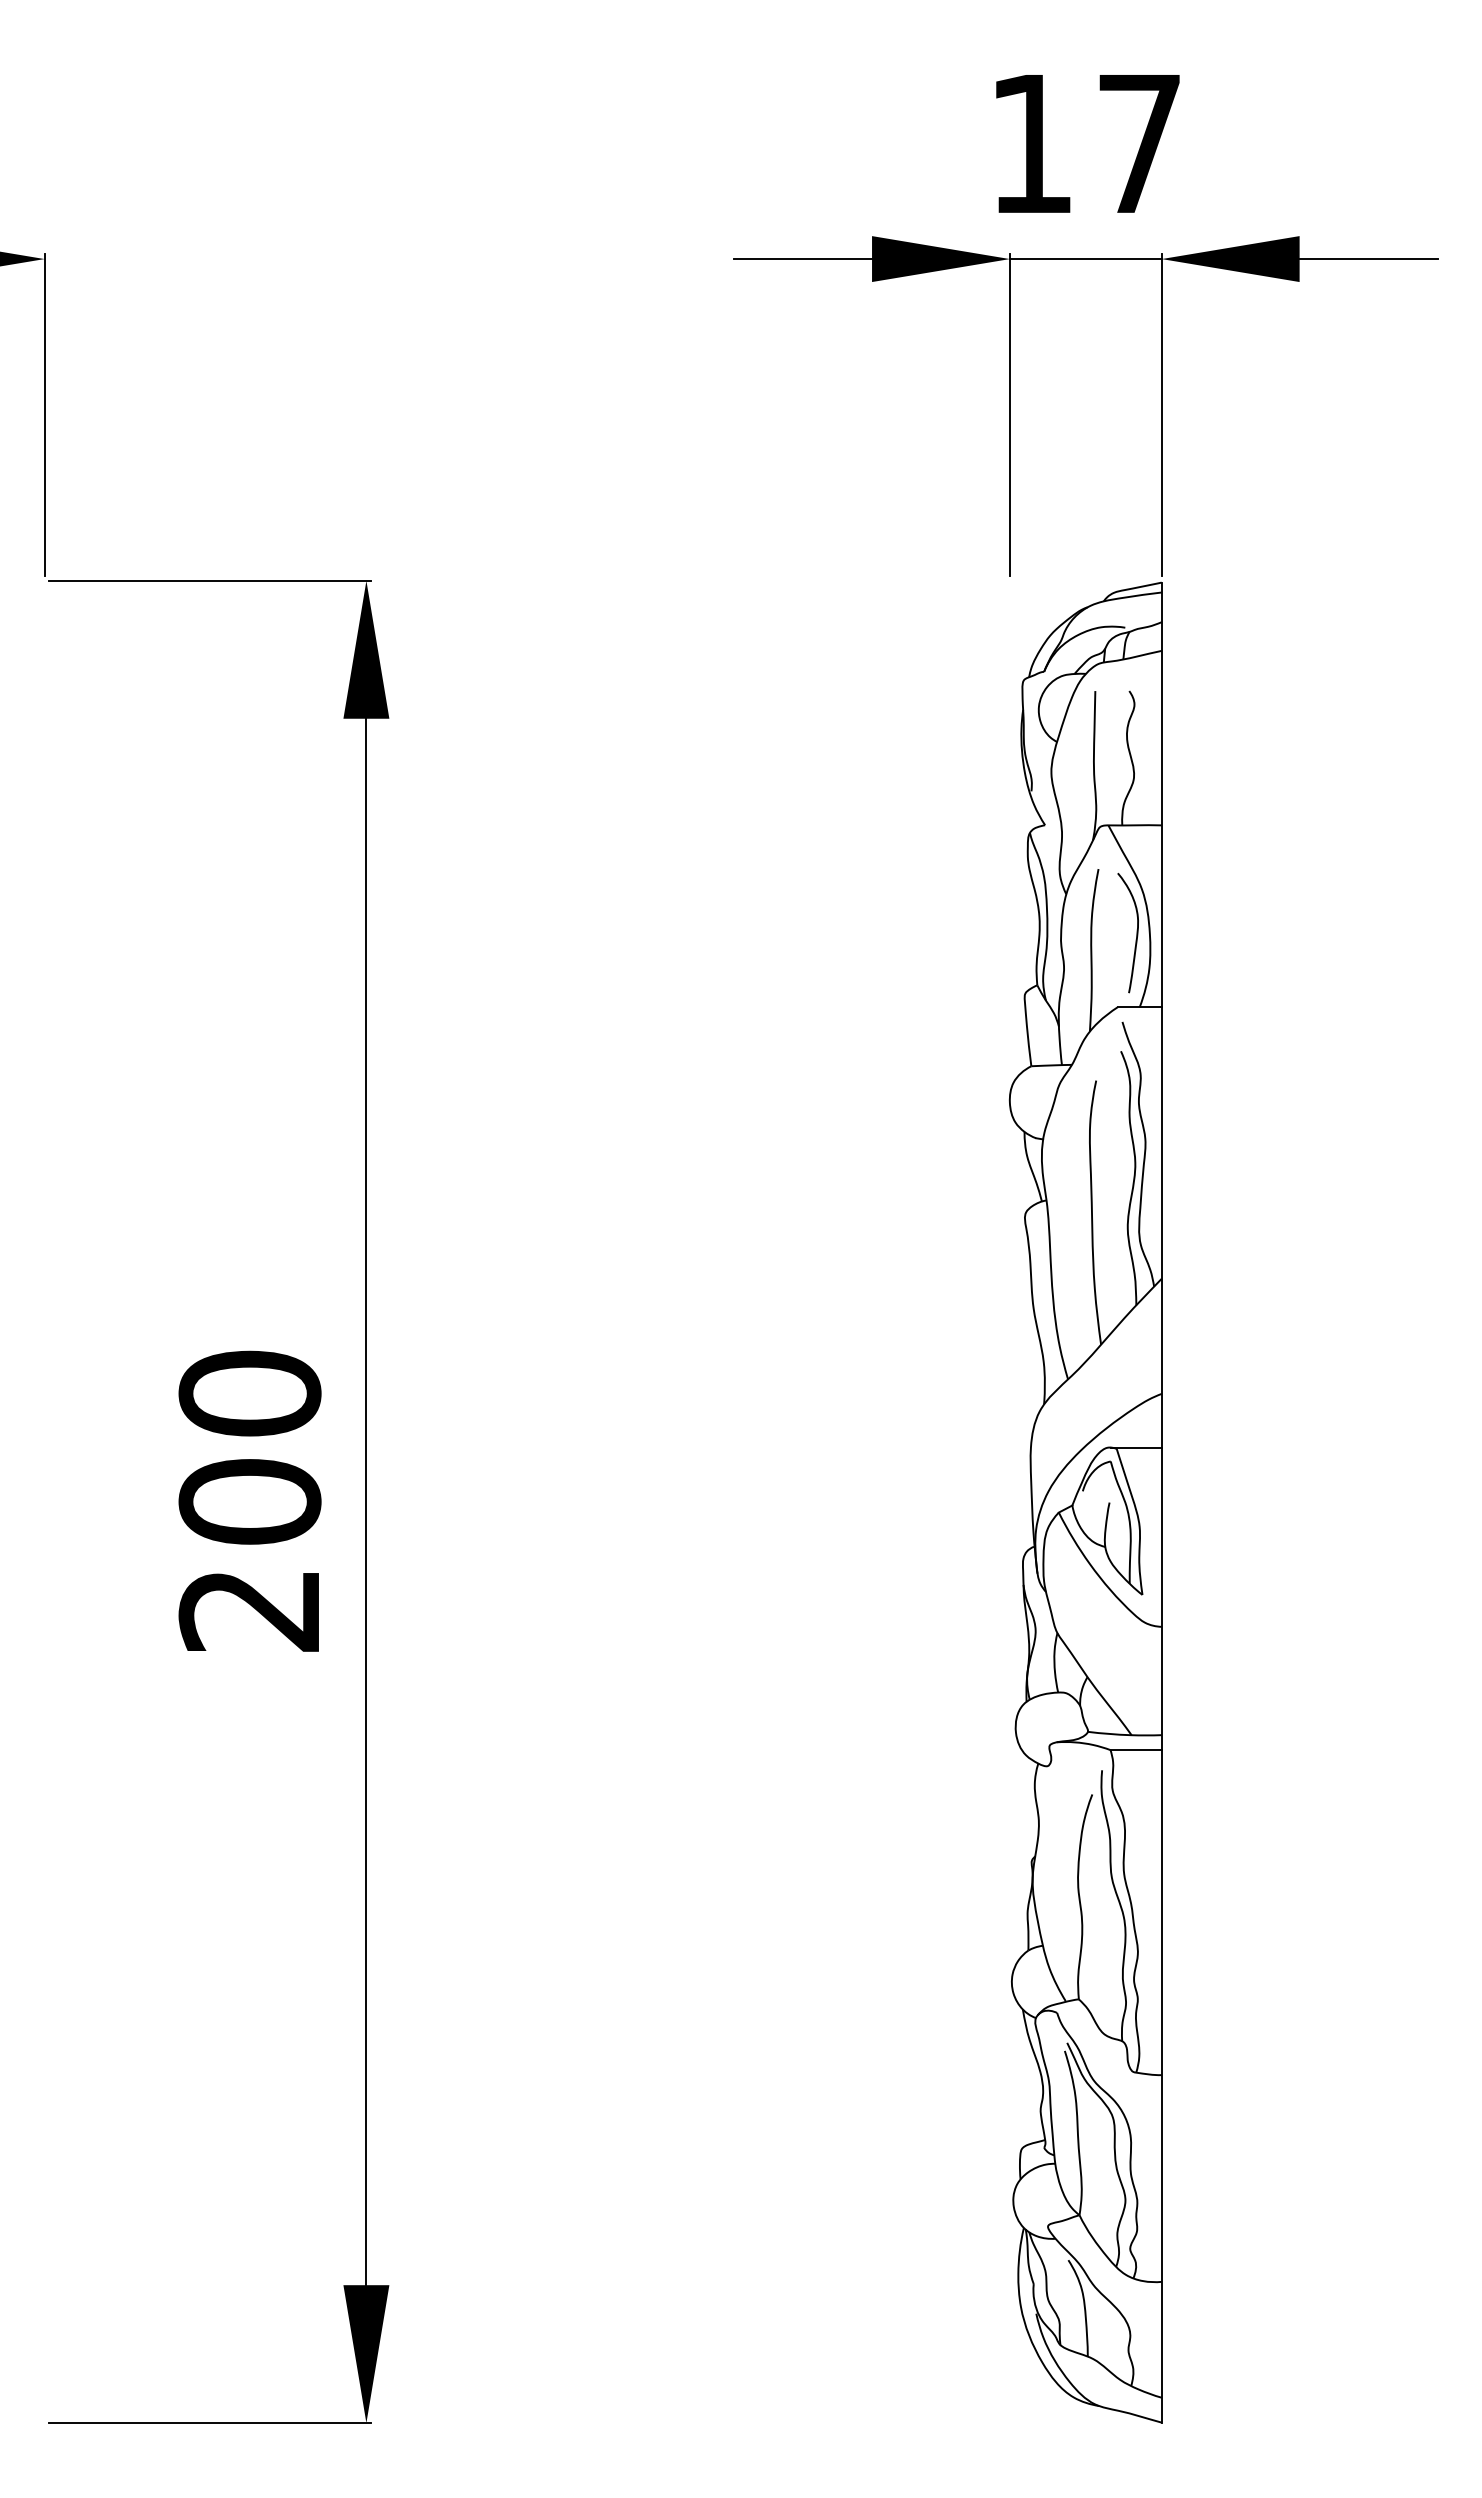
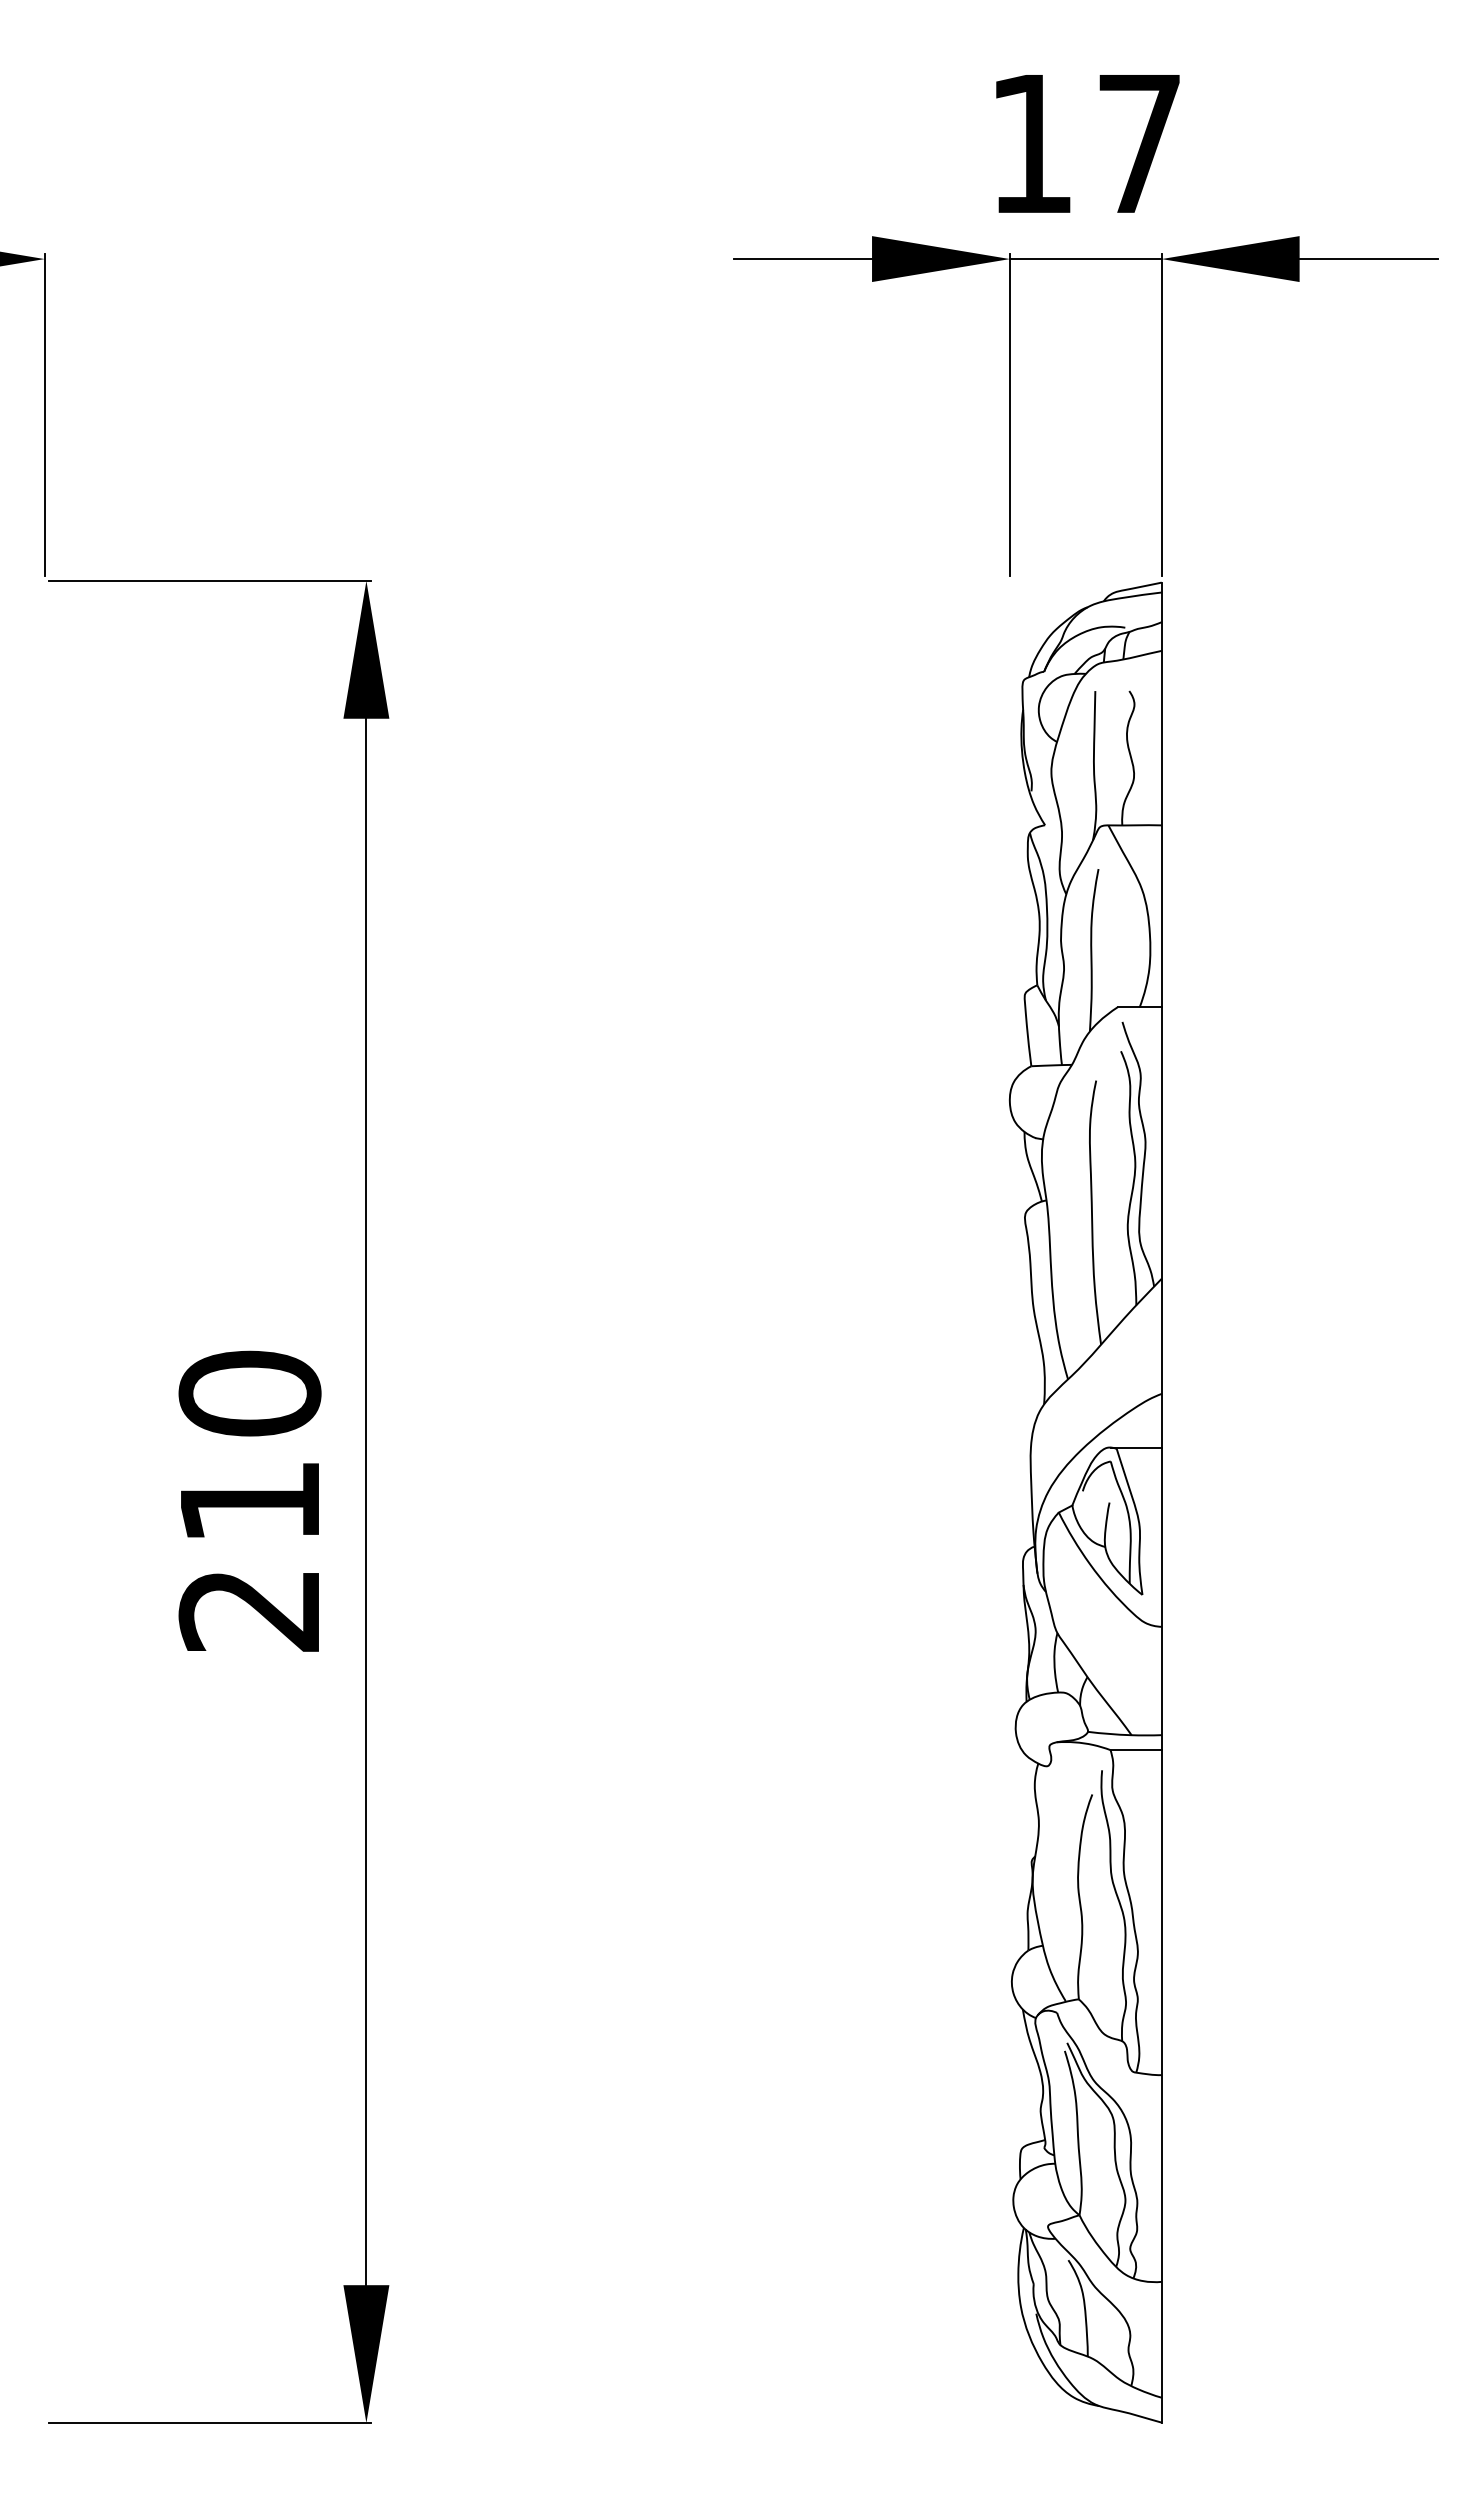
curve at (1136, 933): present -> none
text at (249, 1501): 200 -> 210
